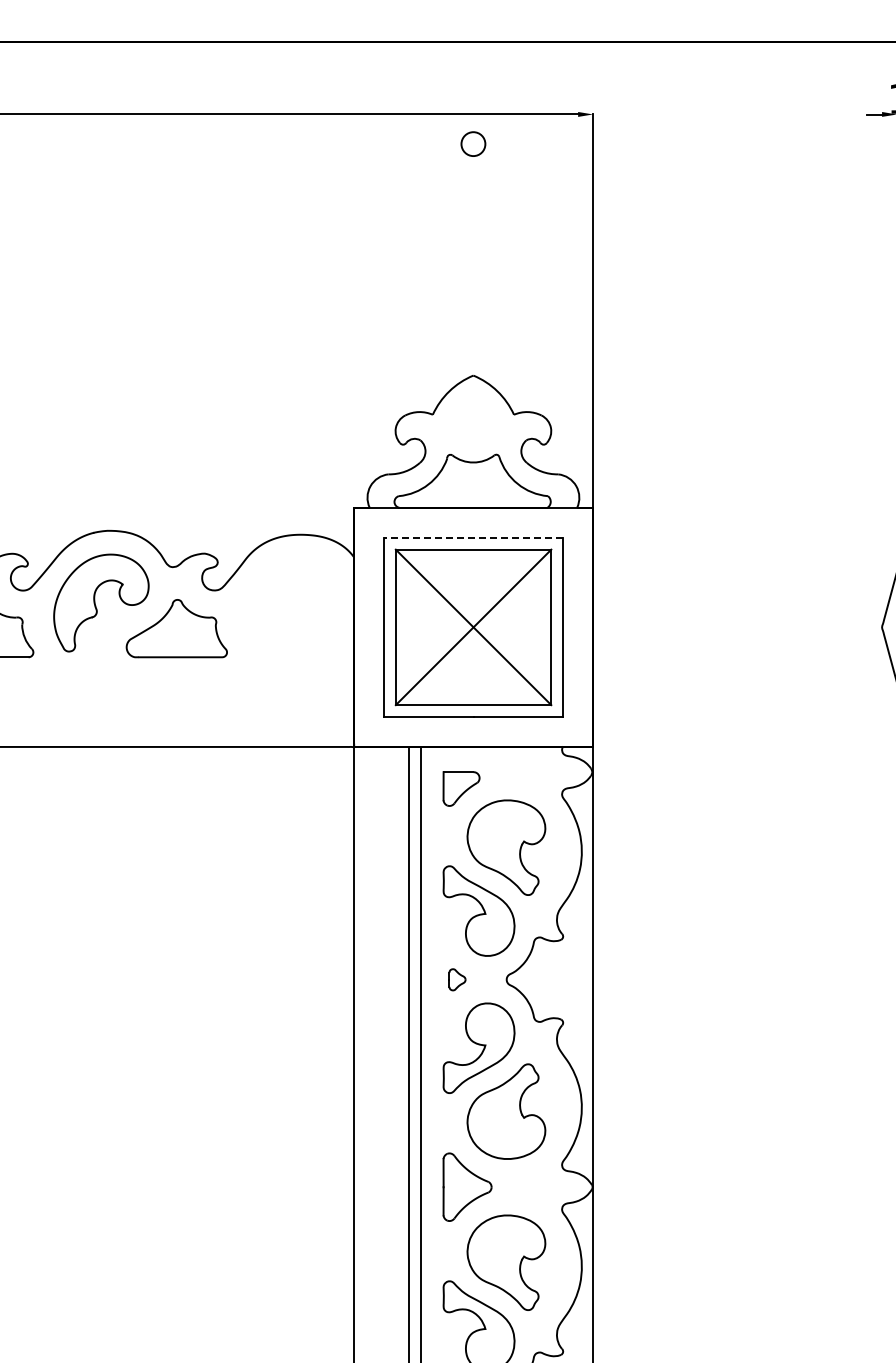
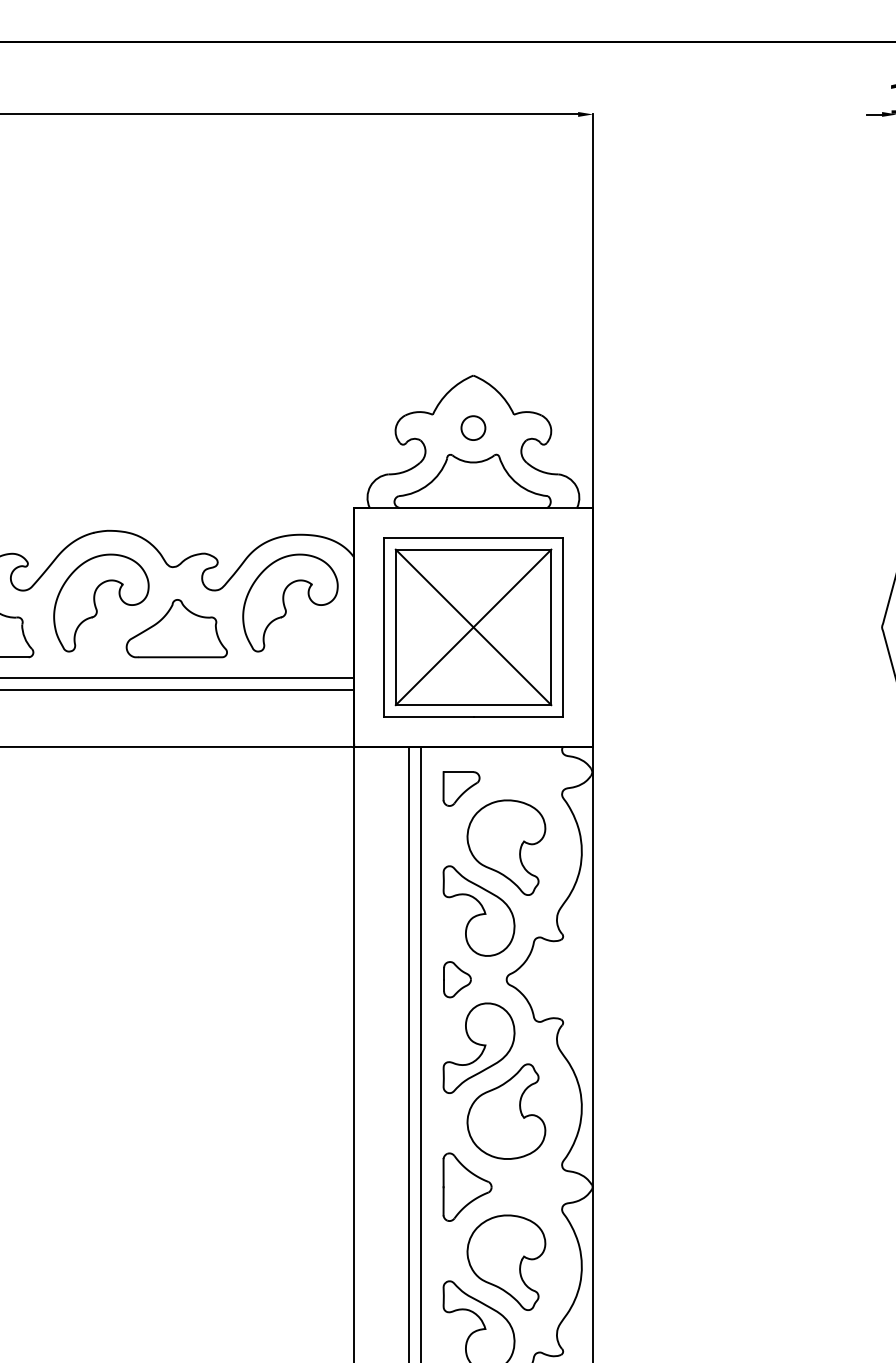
circle at (473, 143) position: (473, 143) -> (473, 427)
line at (473, 537): dashed -> solid
curve at (285, 605): none -> present
line at (177, 677): none -> present
line at (177, 689): none -> present
part at (457, 979) size: 19x24 px -> 29x38 px
